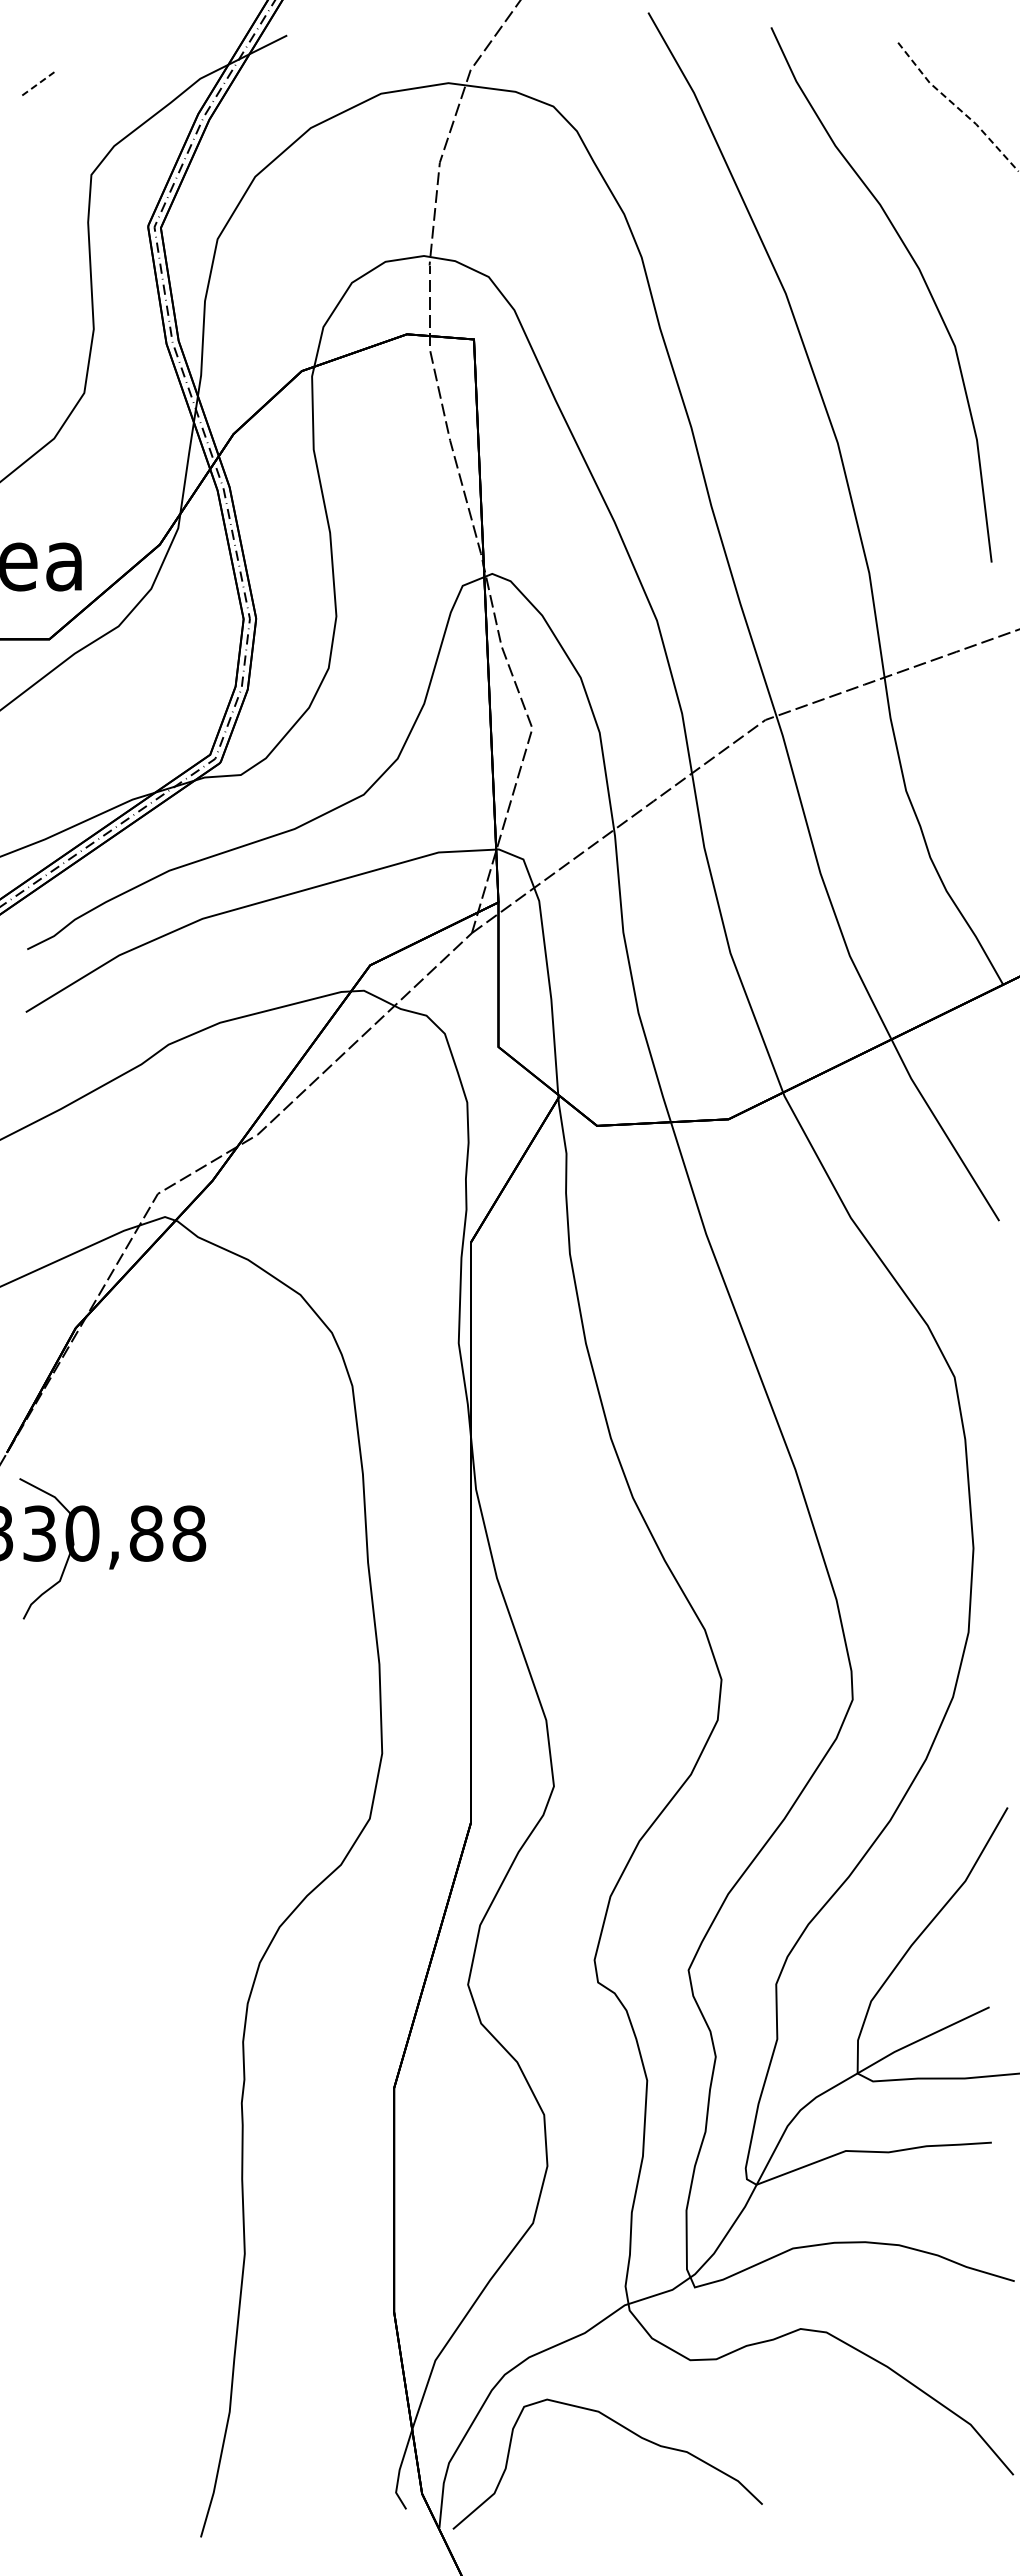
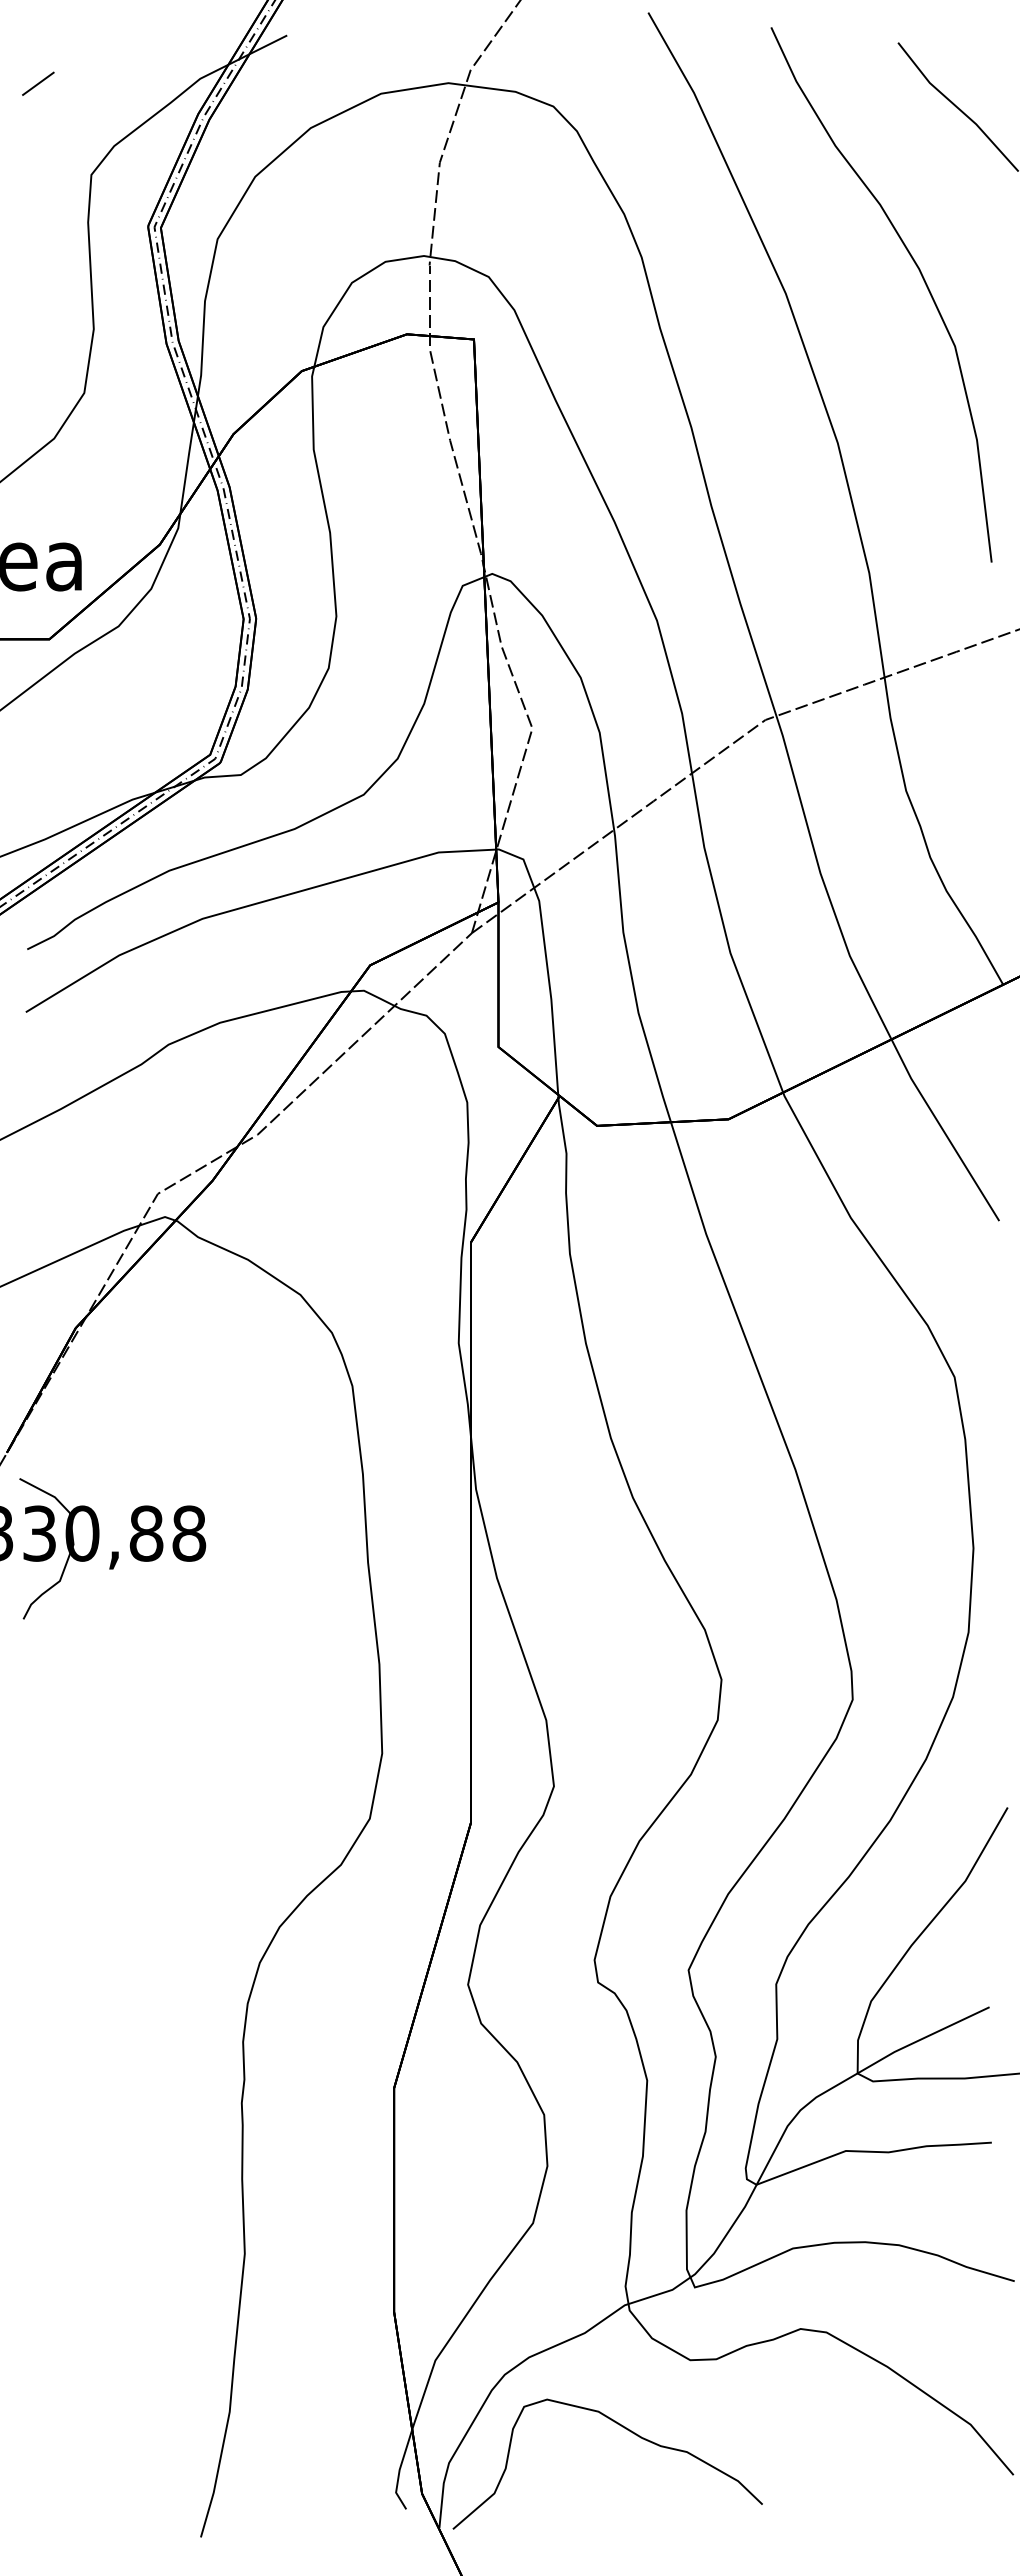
line at (38, 83): dashed -> solid
line at (957, 107): dashed -> solid
